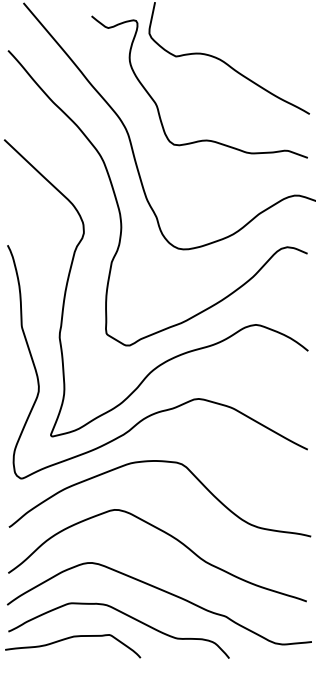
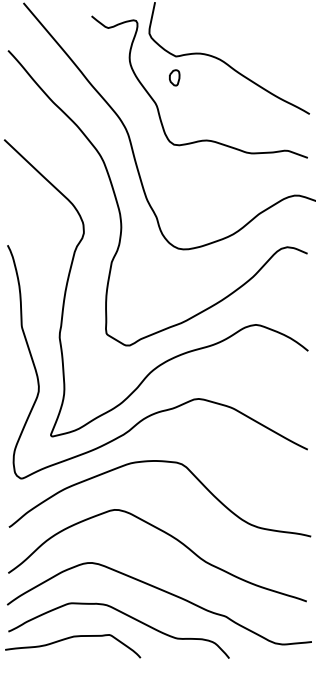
part at (174, 77): none -> present
